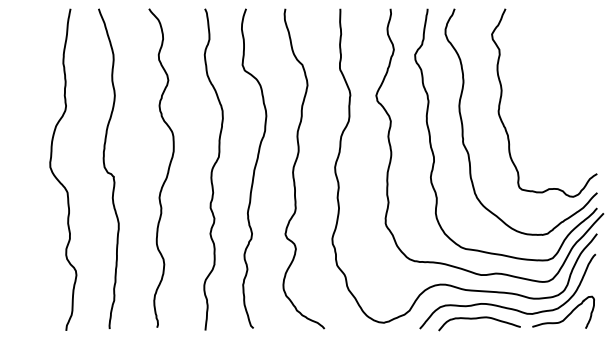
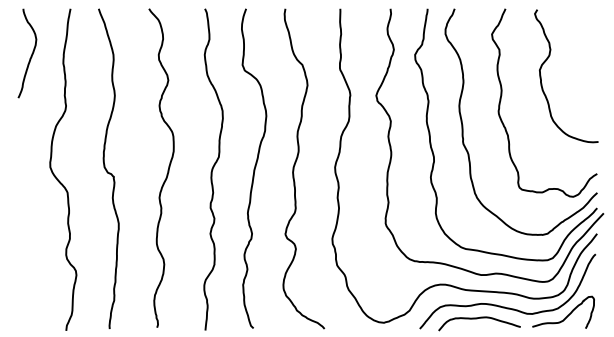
curve at (31, 53): none -> present
curve at (547, 60): none -> present
